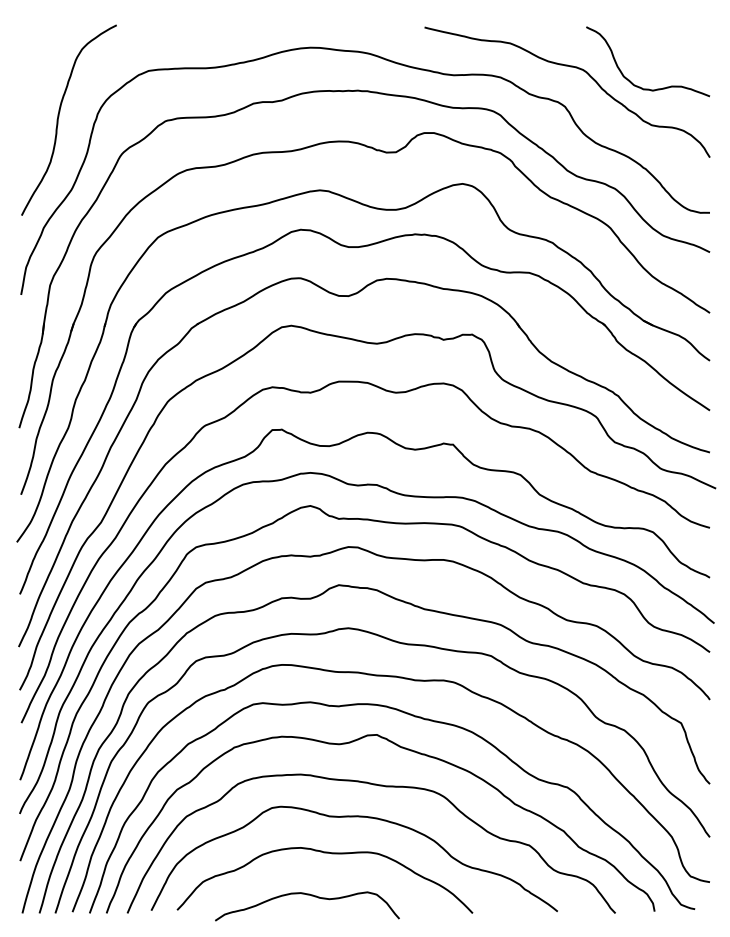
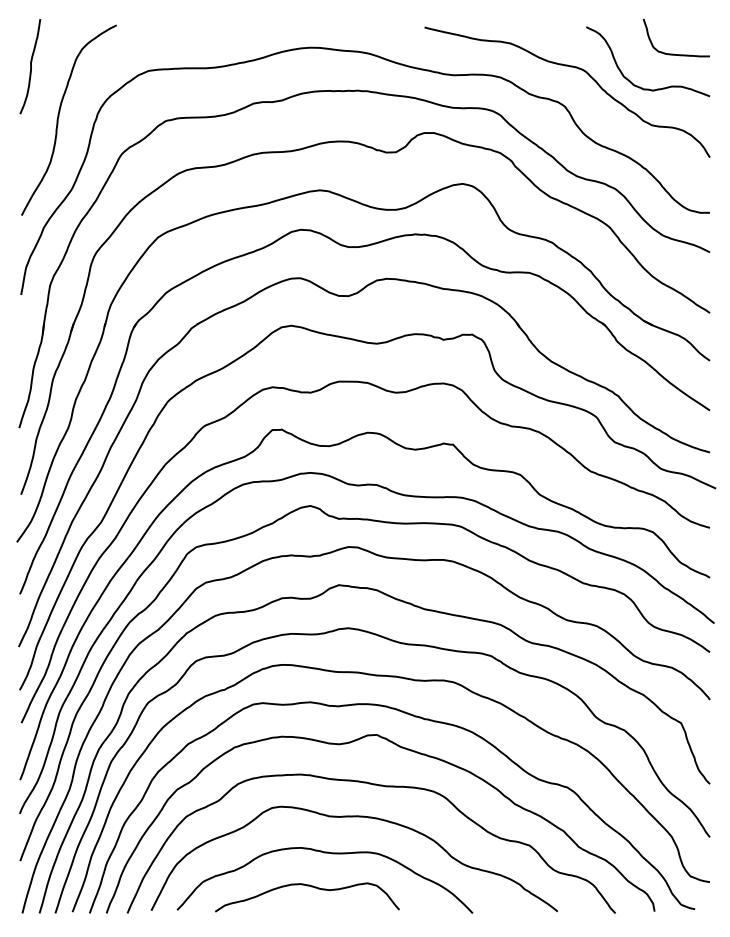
curve at (674, 53): none -> present
curve at (30, 66): none -> present
curve at (311, 896) position: (311, 896) -> (311, 887)
